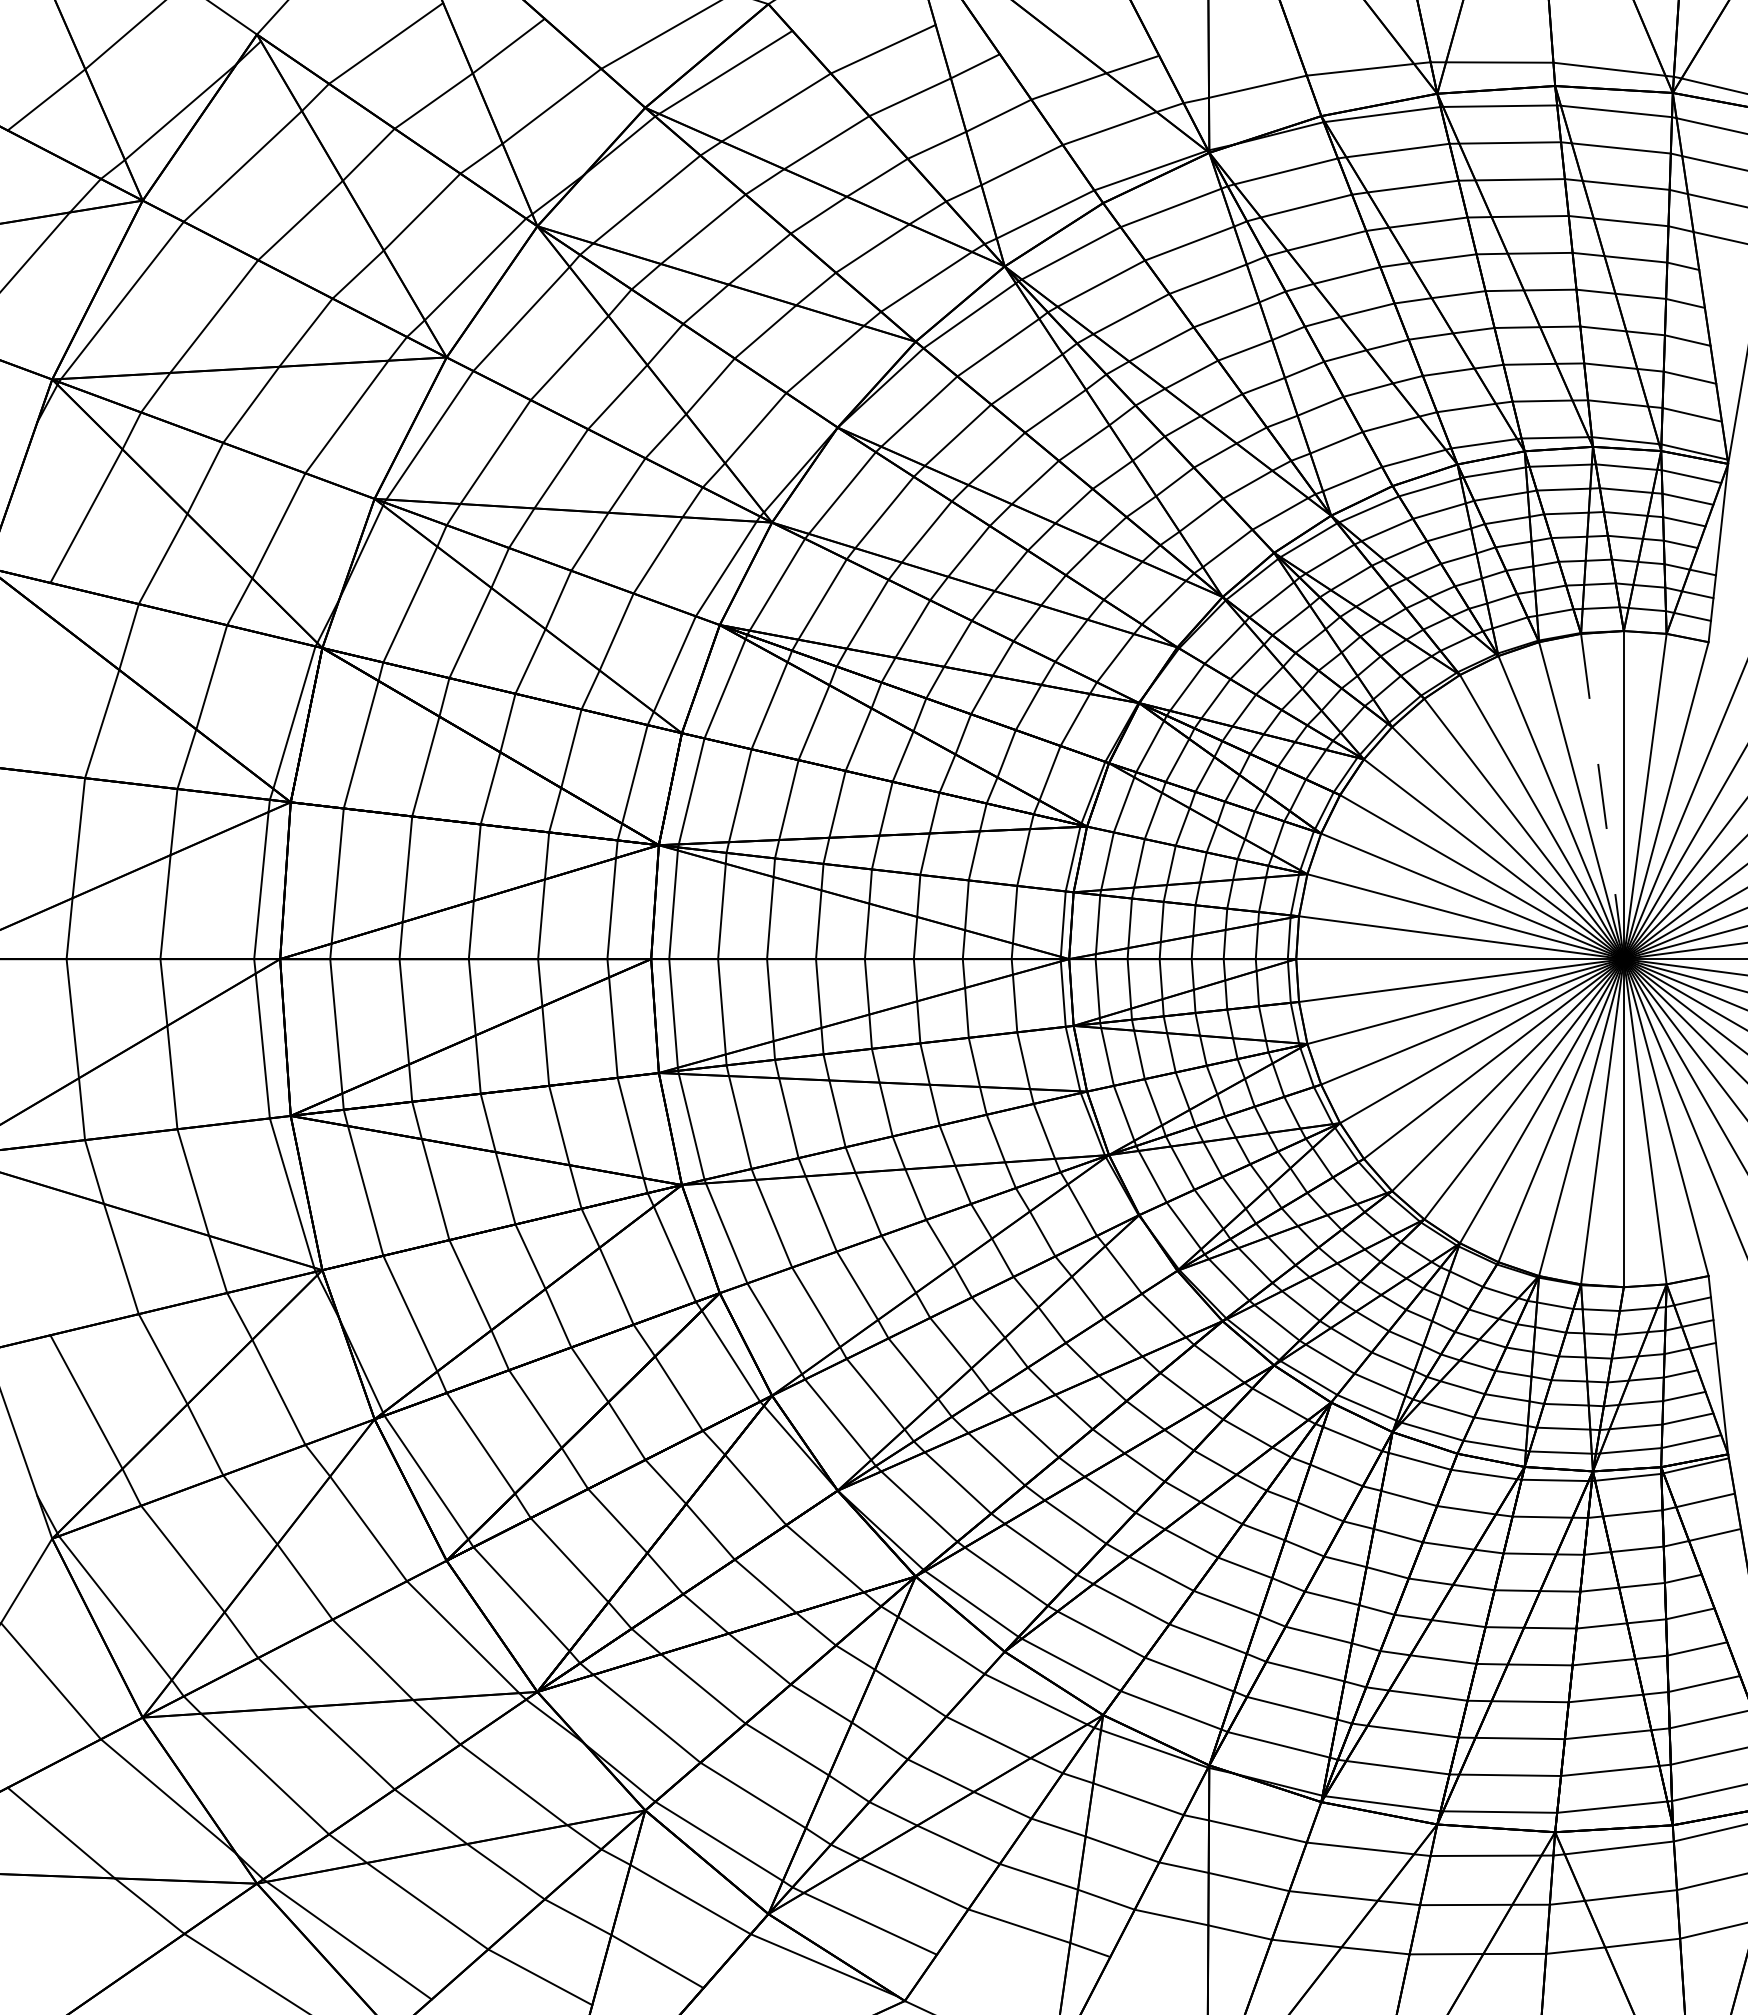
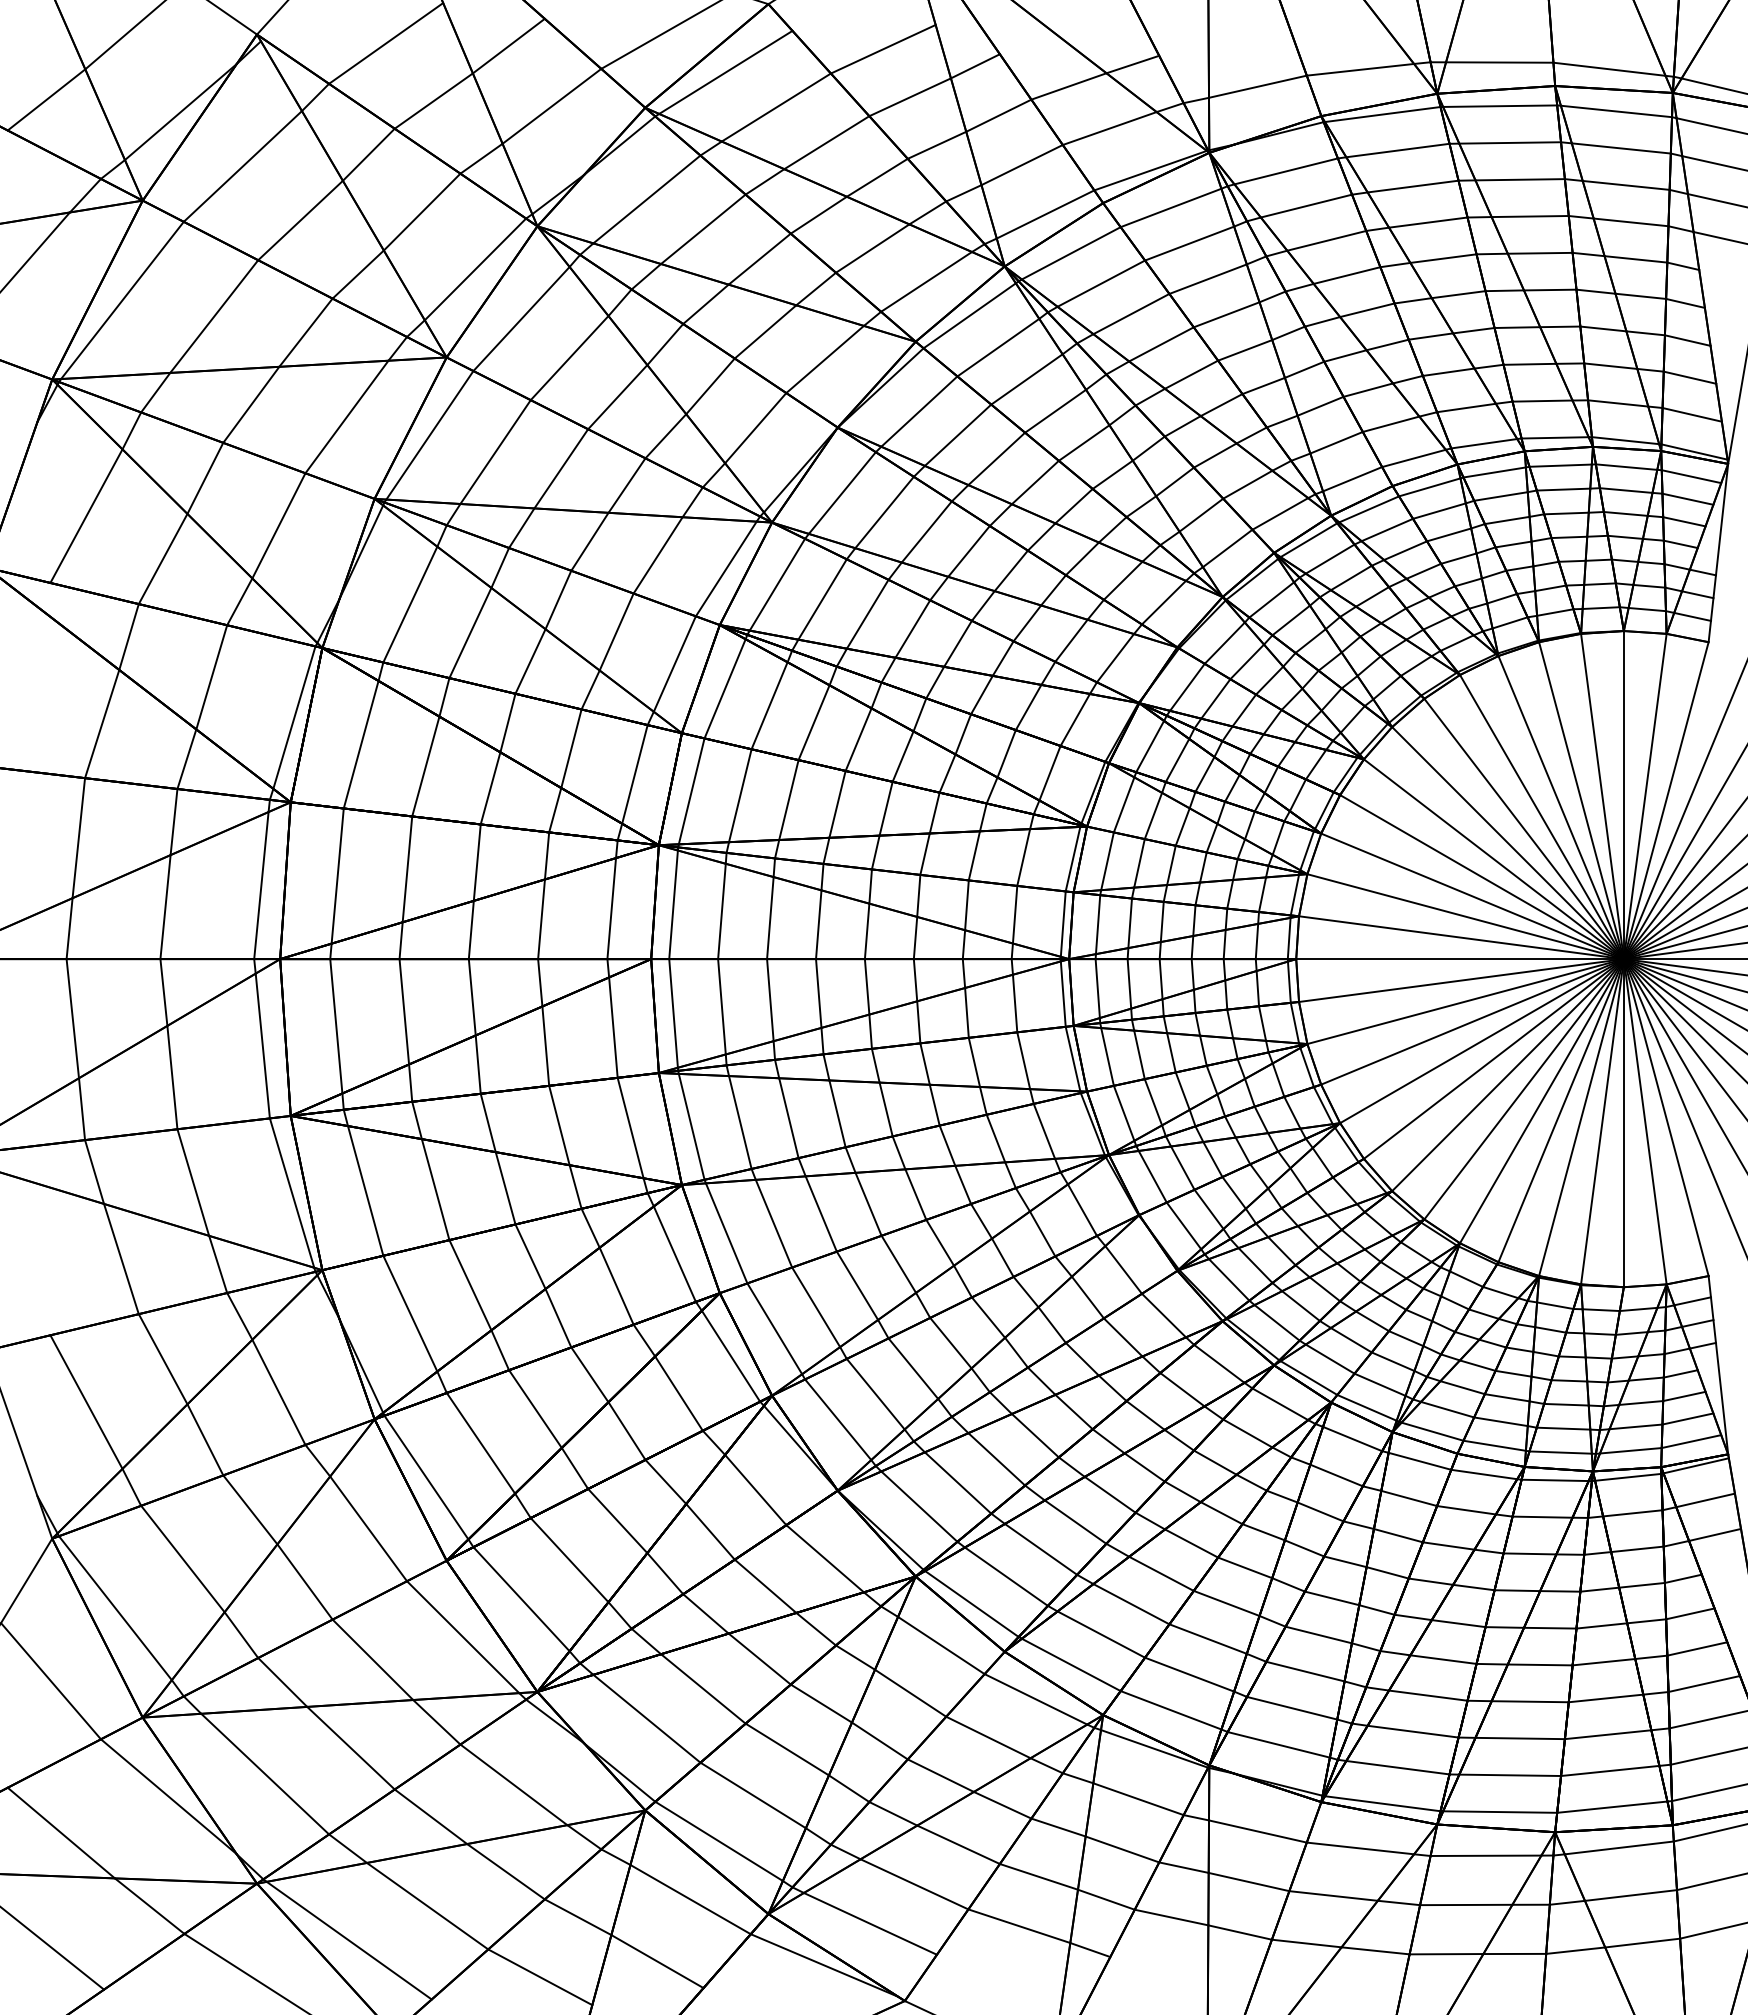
line at (1602, 796): dashed -> solid
line at (53, 1948): none -> present
